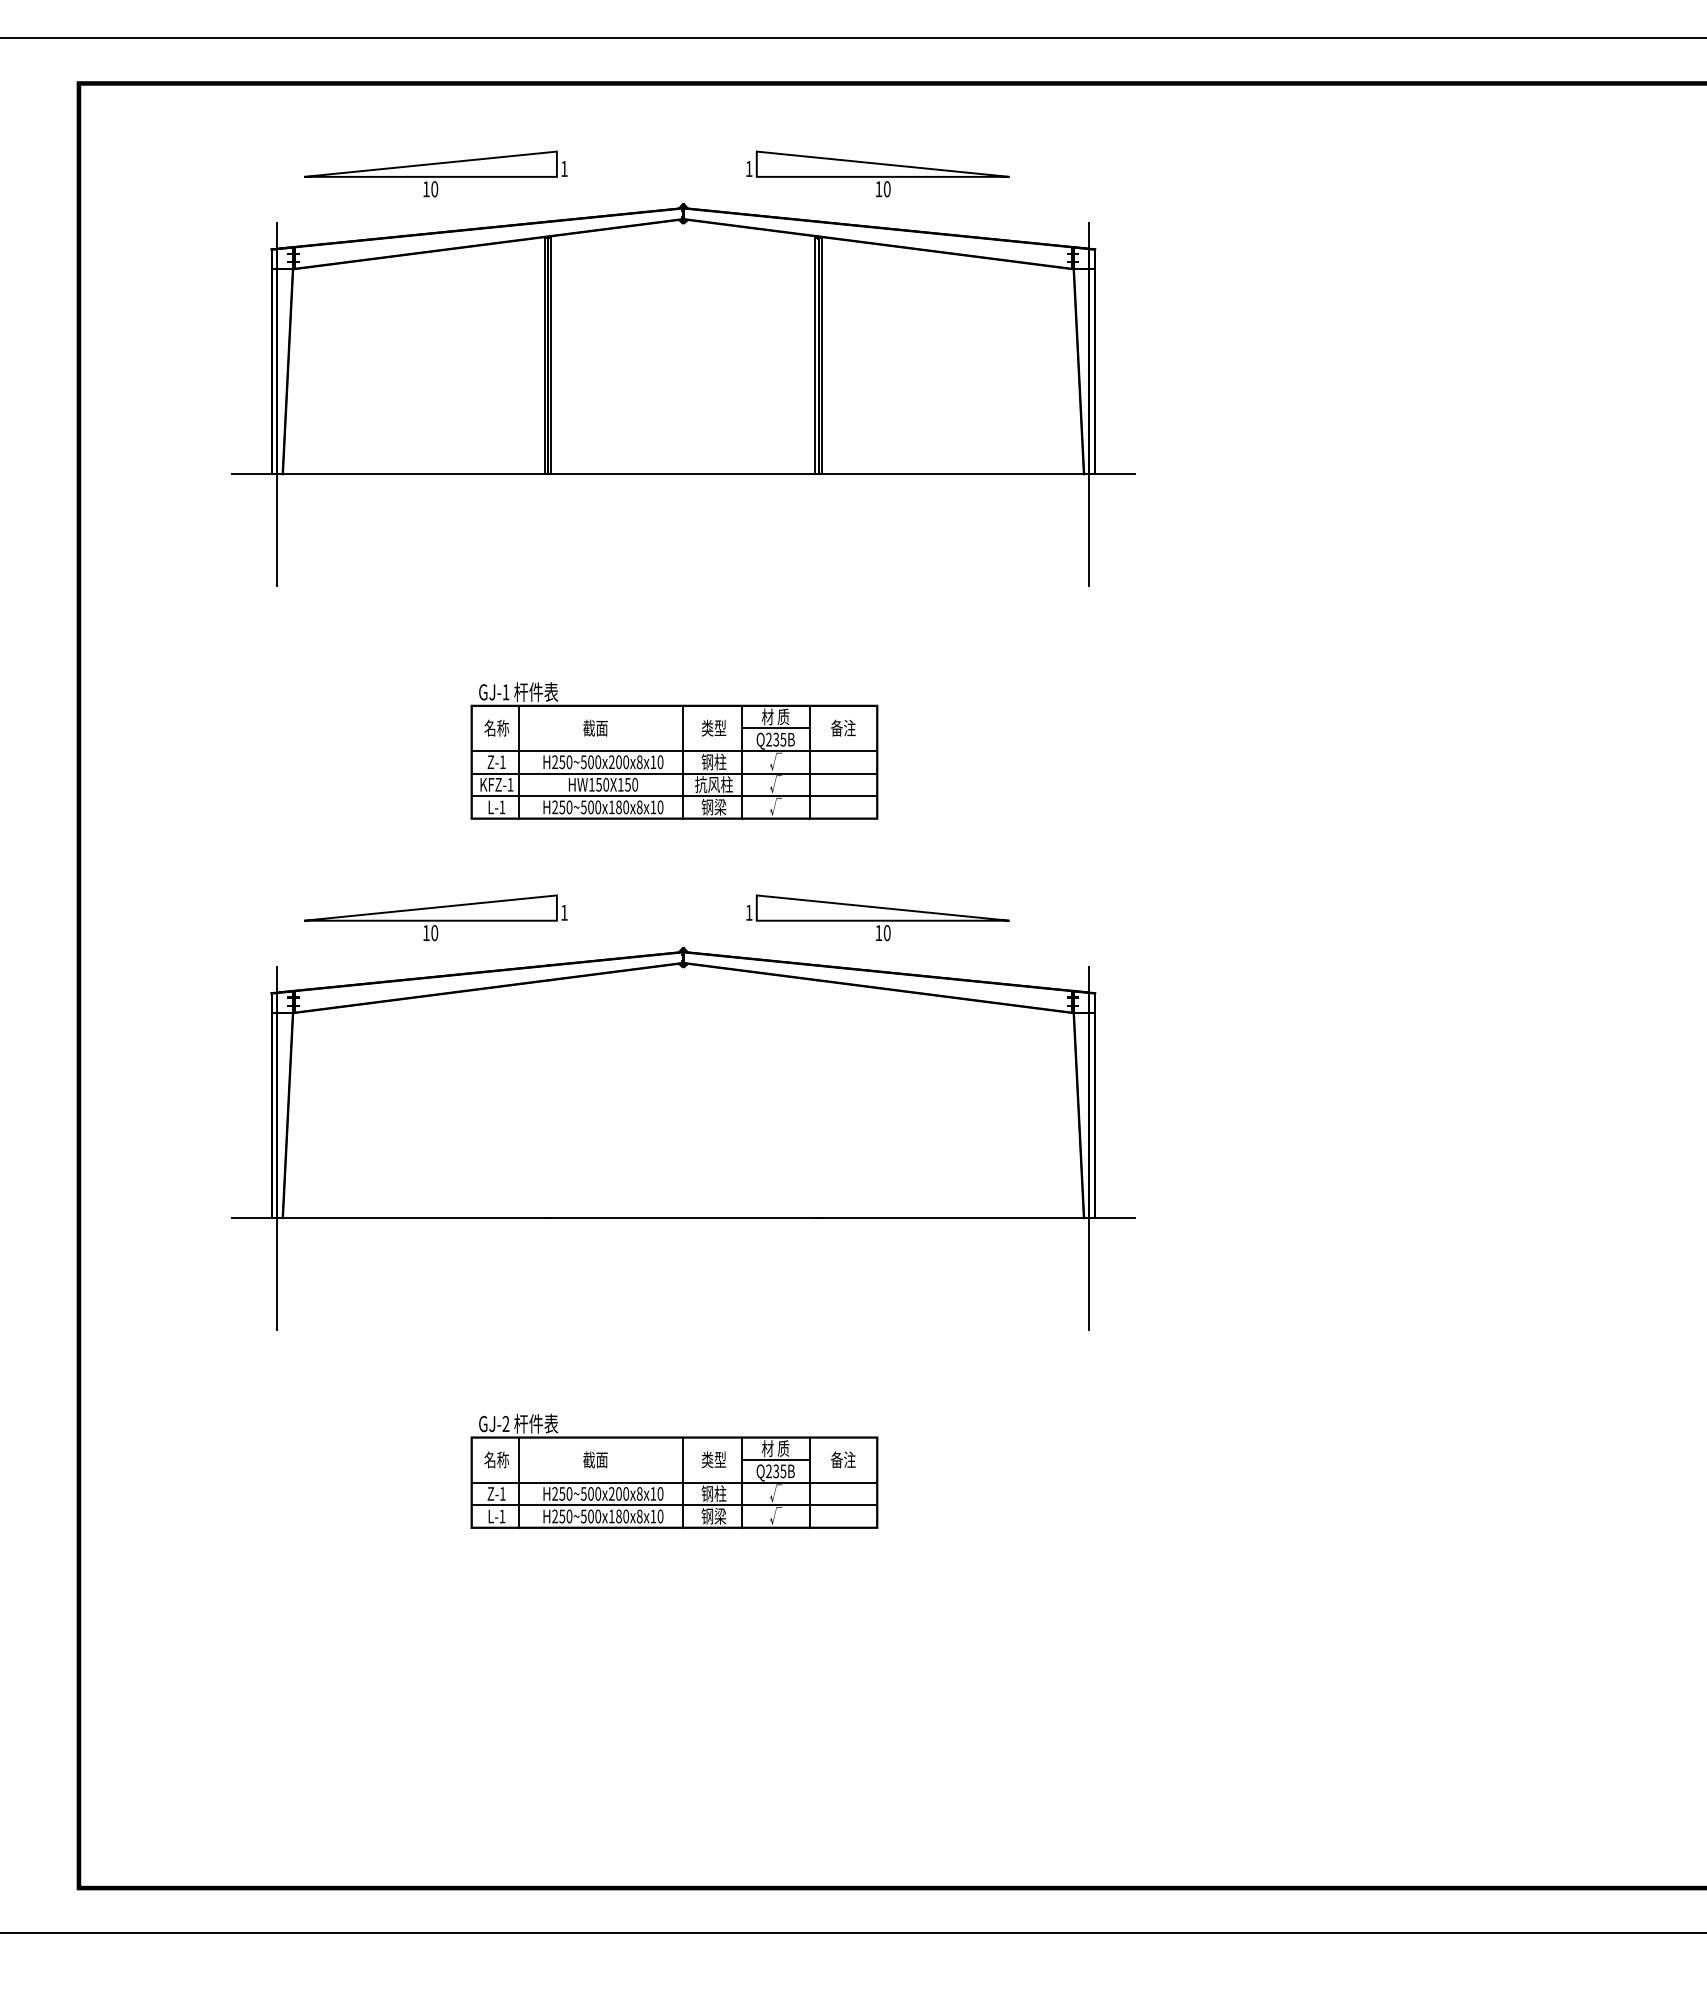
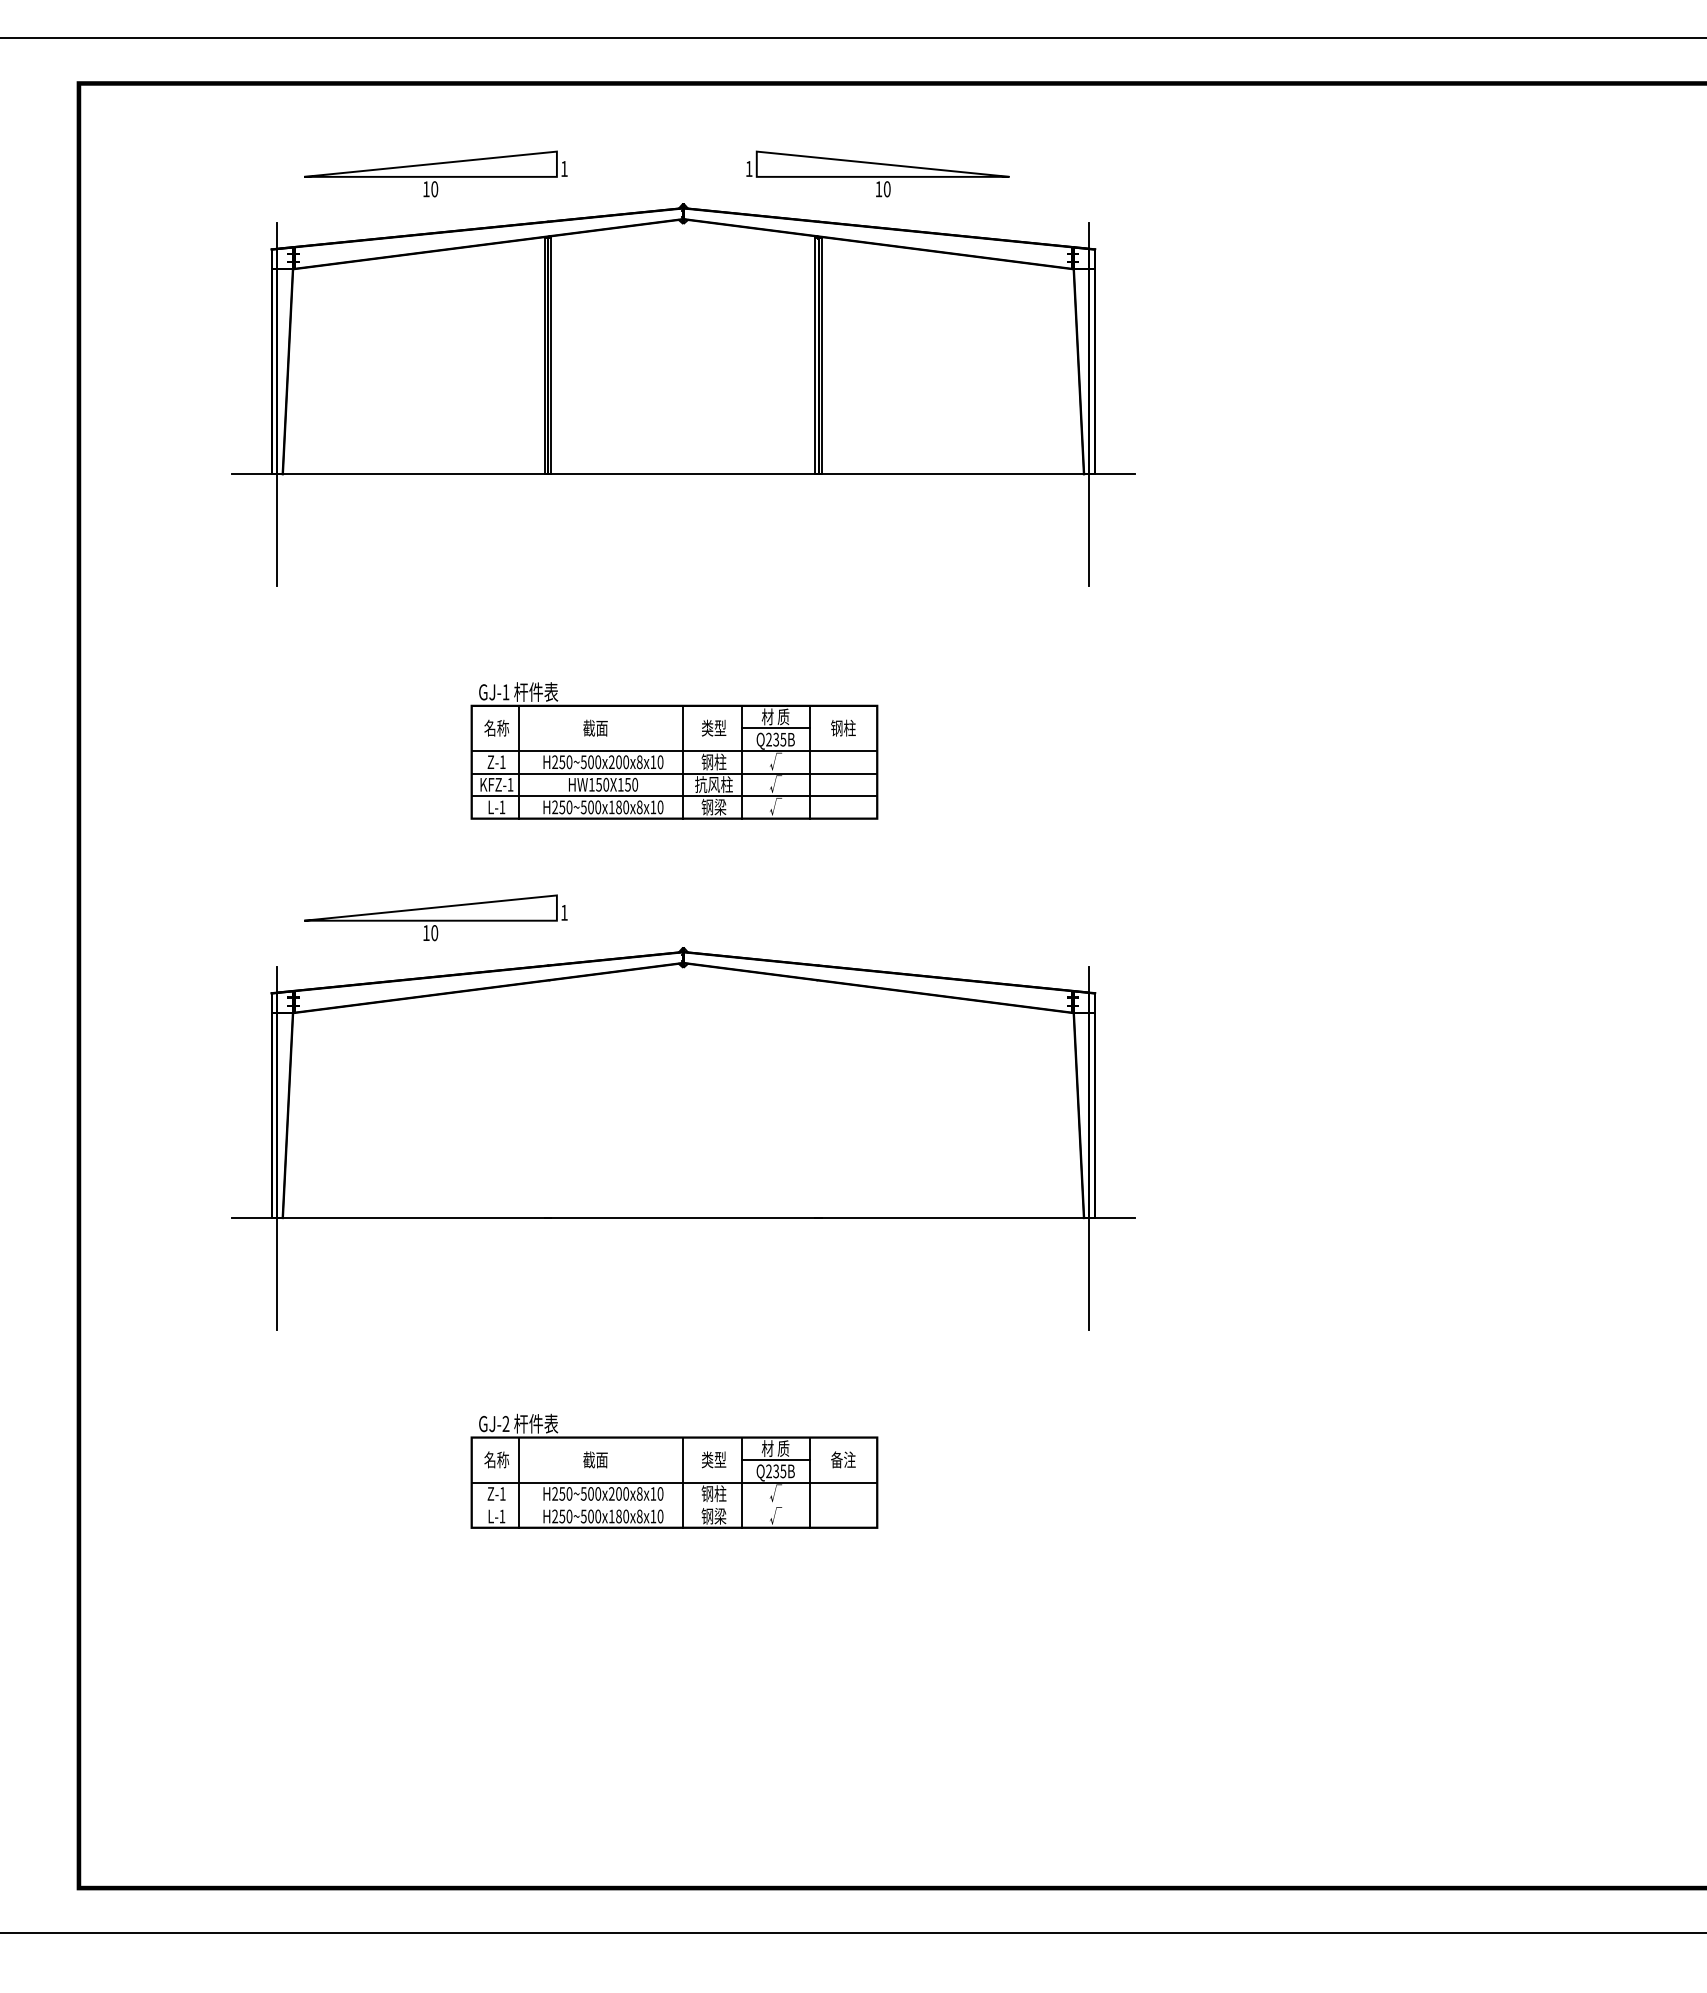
text at (843, 727): 备注 -> 钢柱
part at (877, 917): present -> none
line at (674, 1505): present -> none
